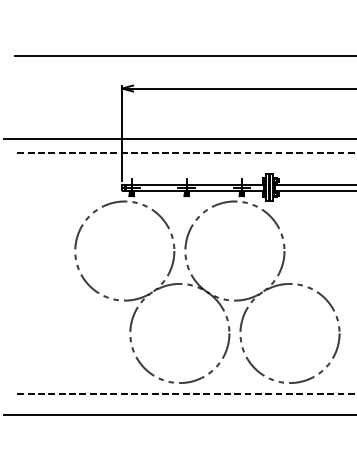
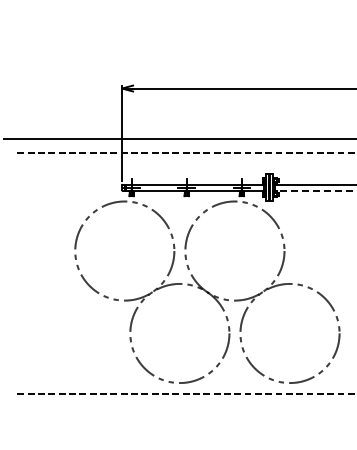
line at (183, 55): present -> none
line at (315, 190): solid -> dashed
line at (178, 414): present -> none
